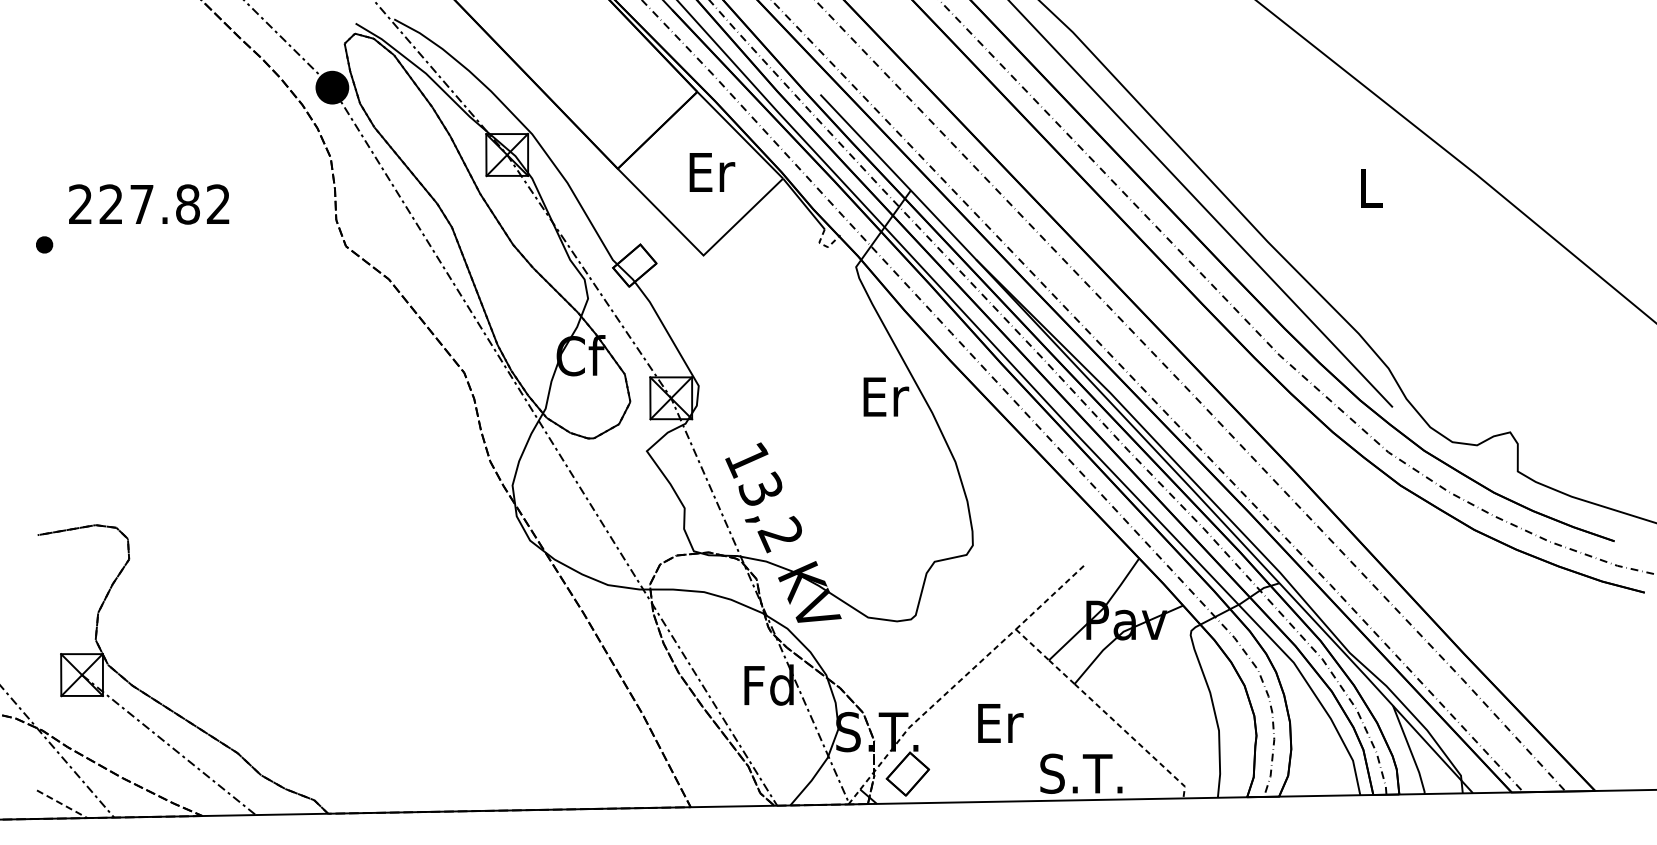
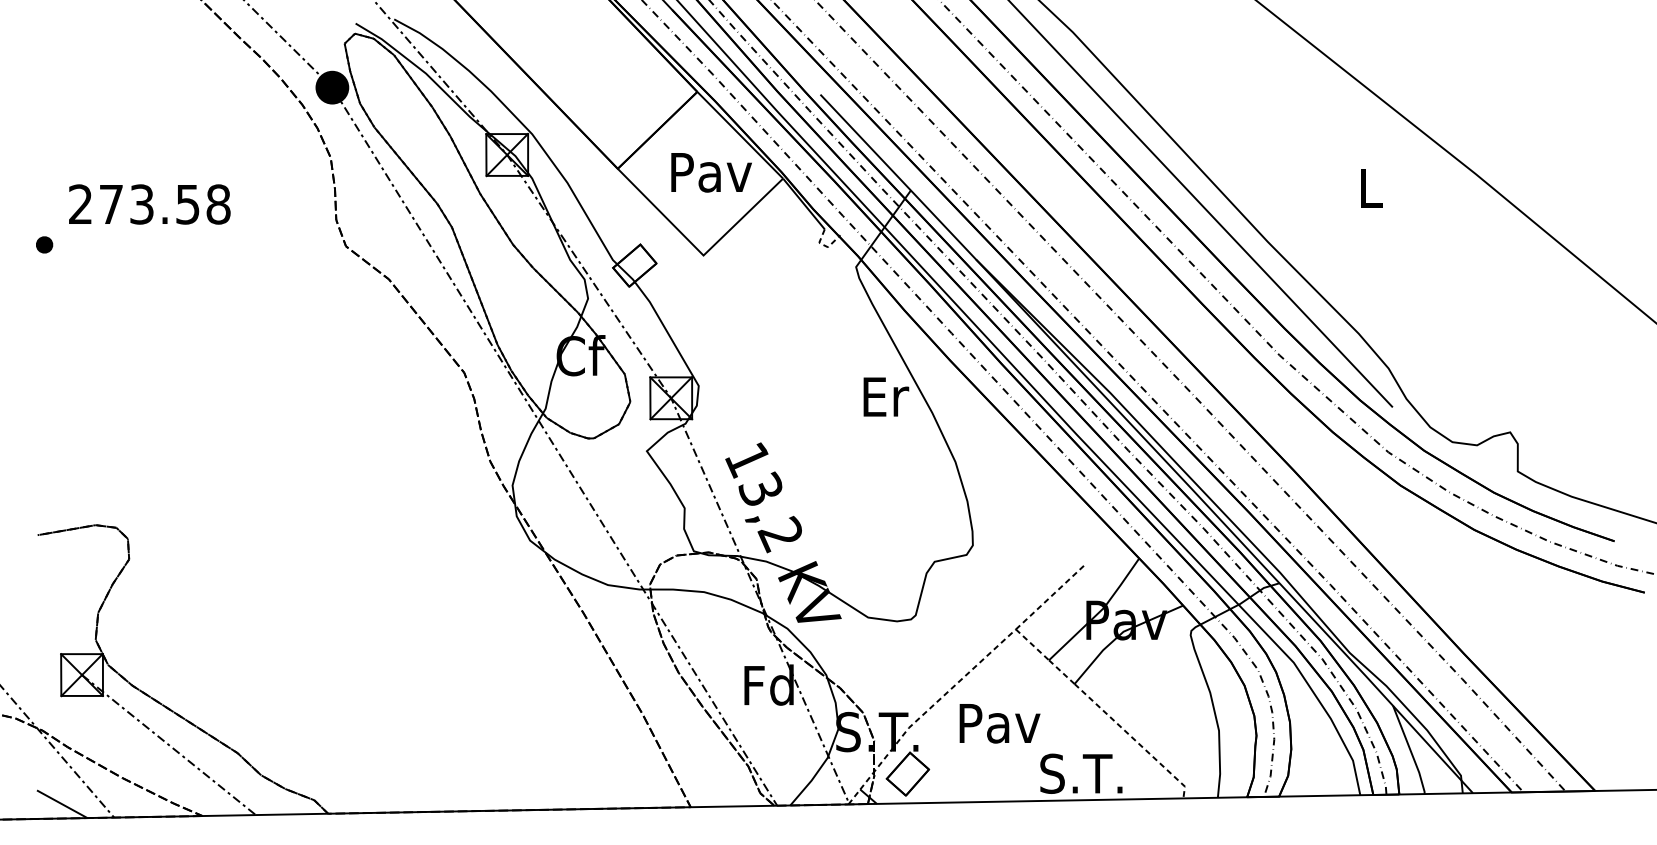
text at (711, 172): Er -> Pav
text at (164, 204): 227.82 -> 273.58
text at (999, 723): Er -> Pav
line at (62, 804): dashed -> solid
